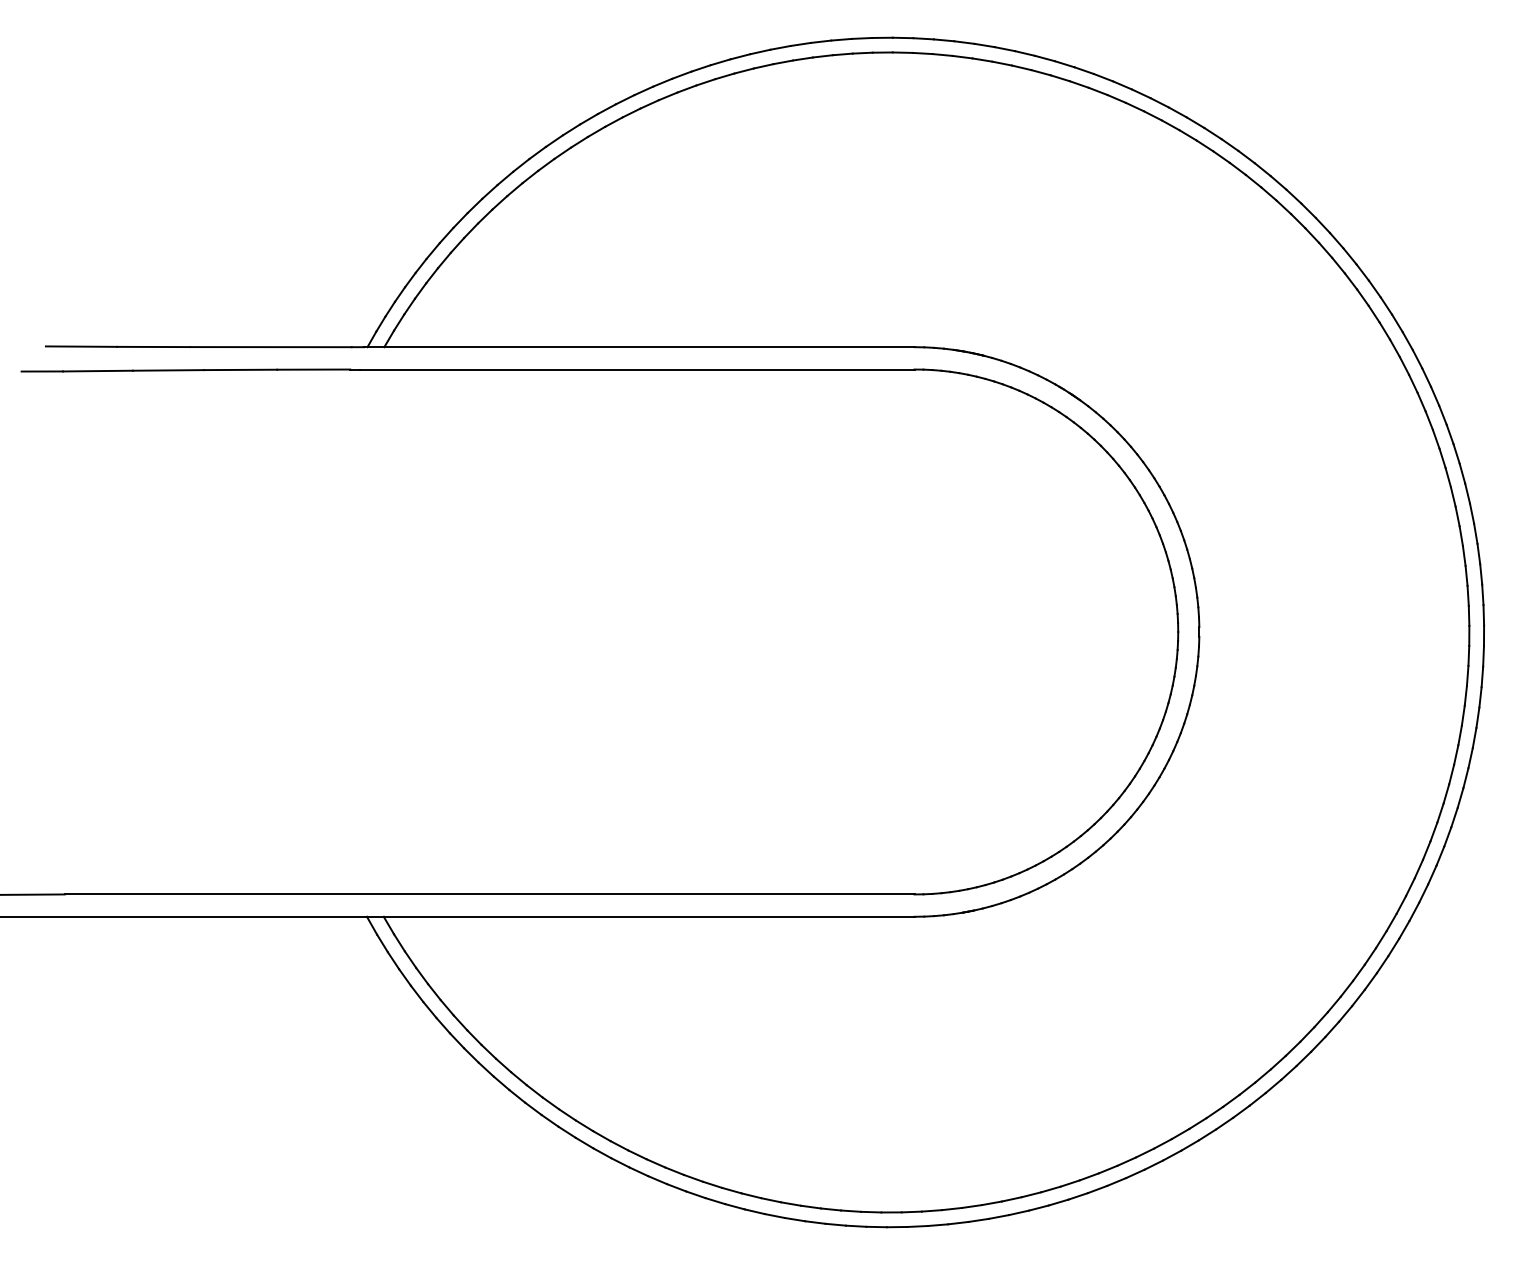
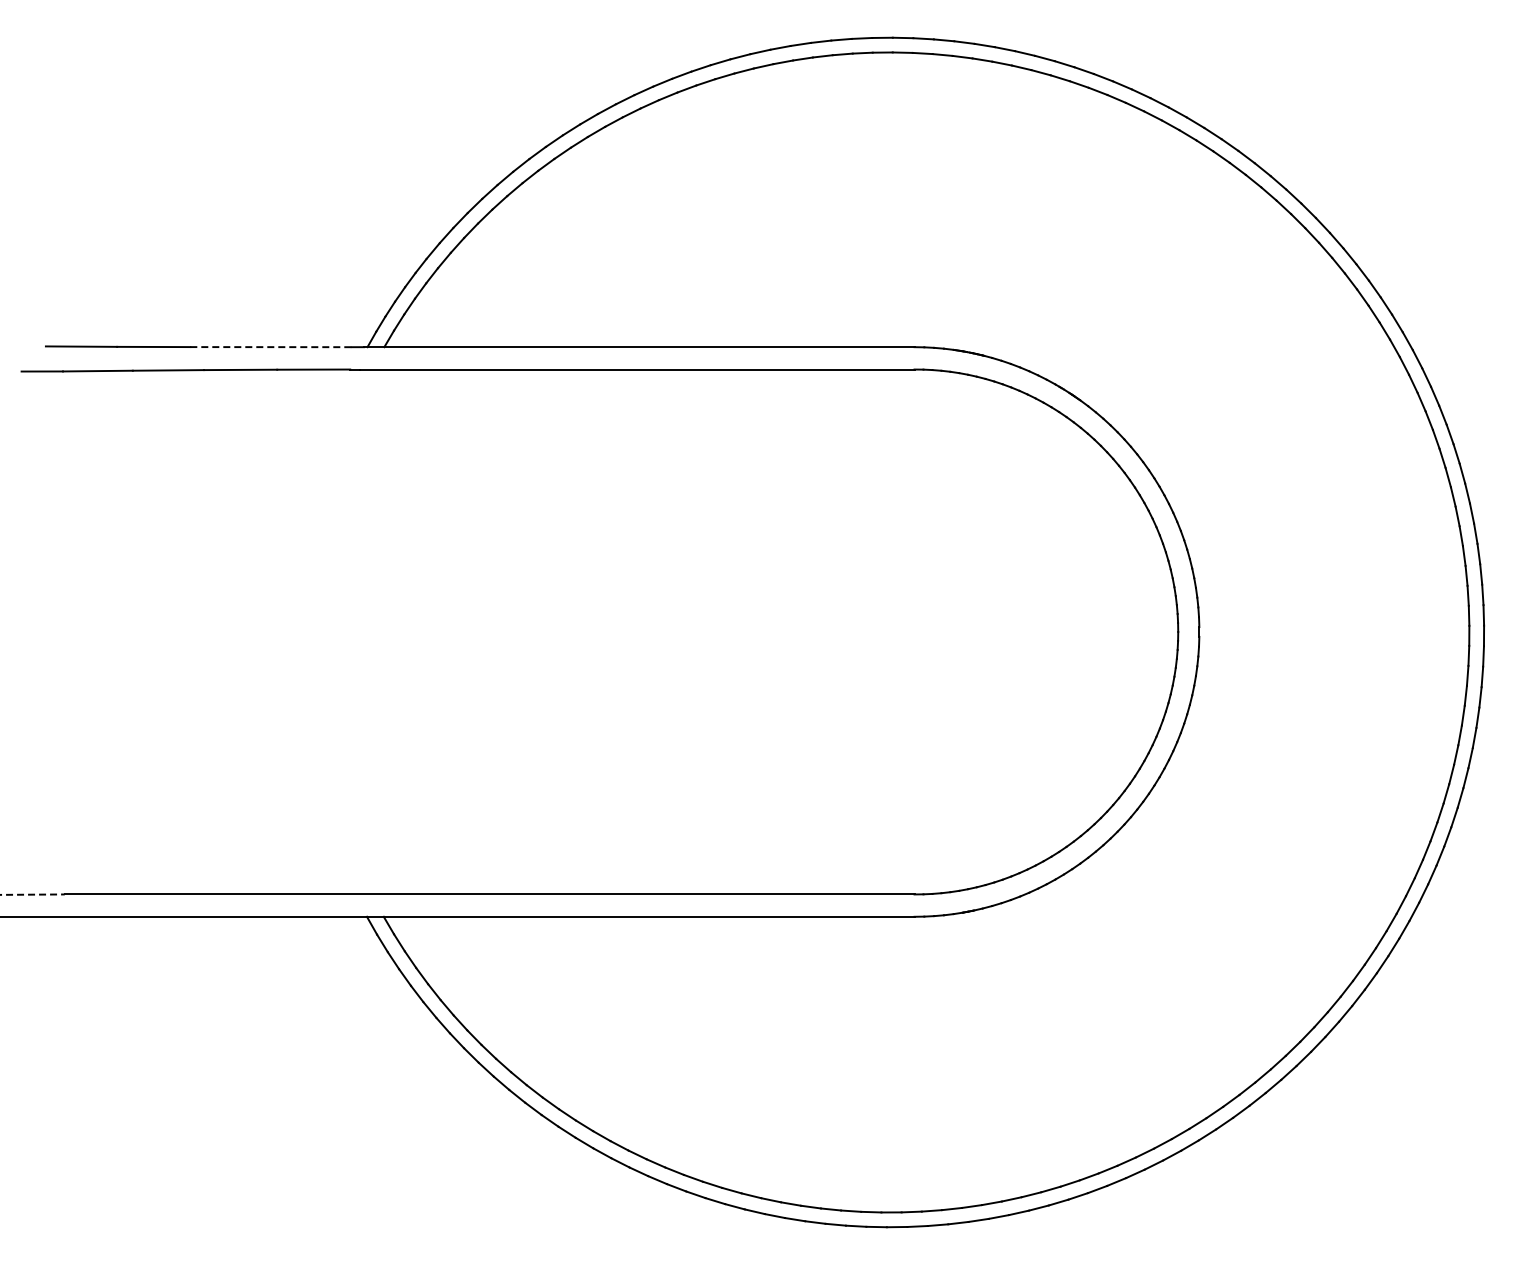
line at (271, 347): solid -> dashed
line at (32, 894): solid -> dashed
